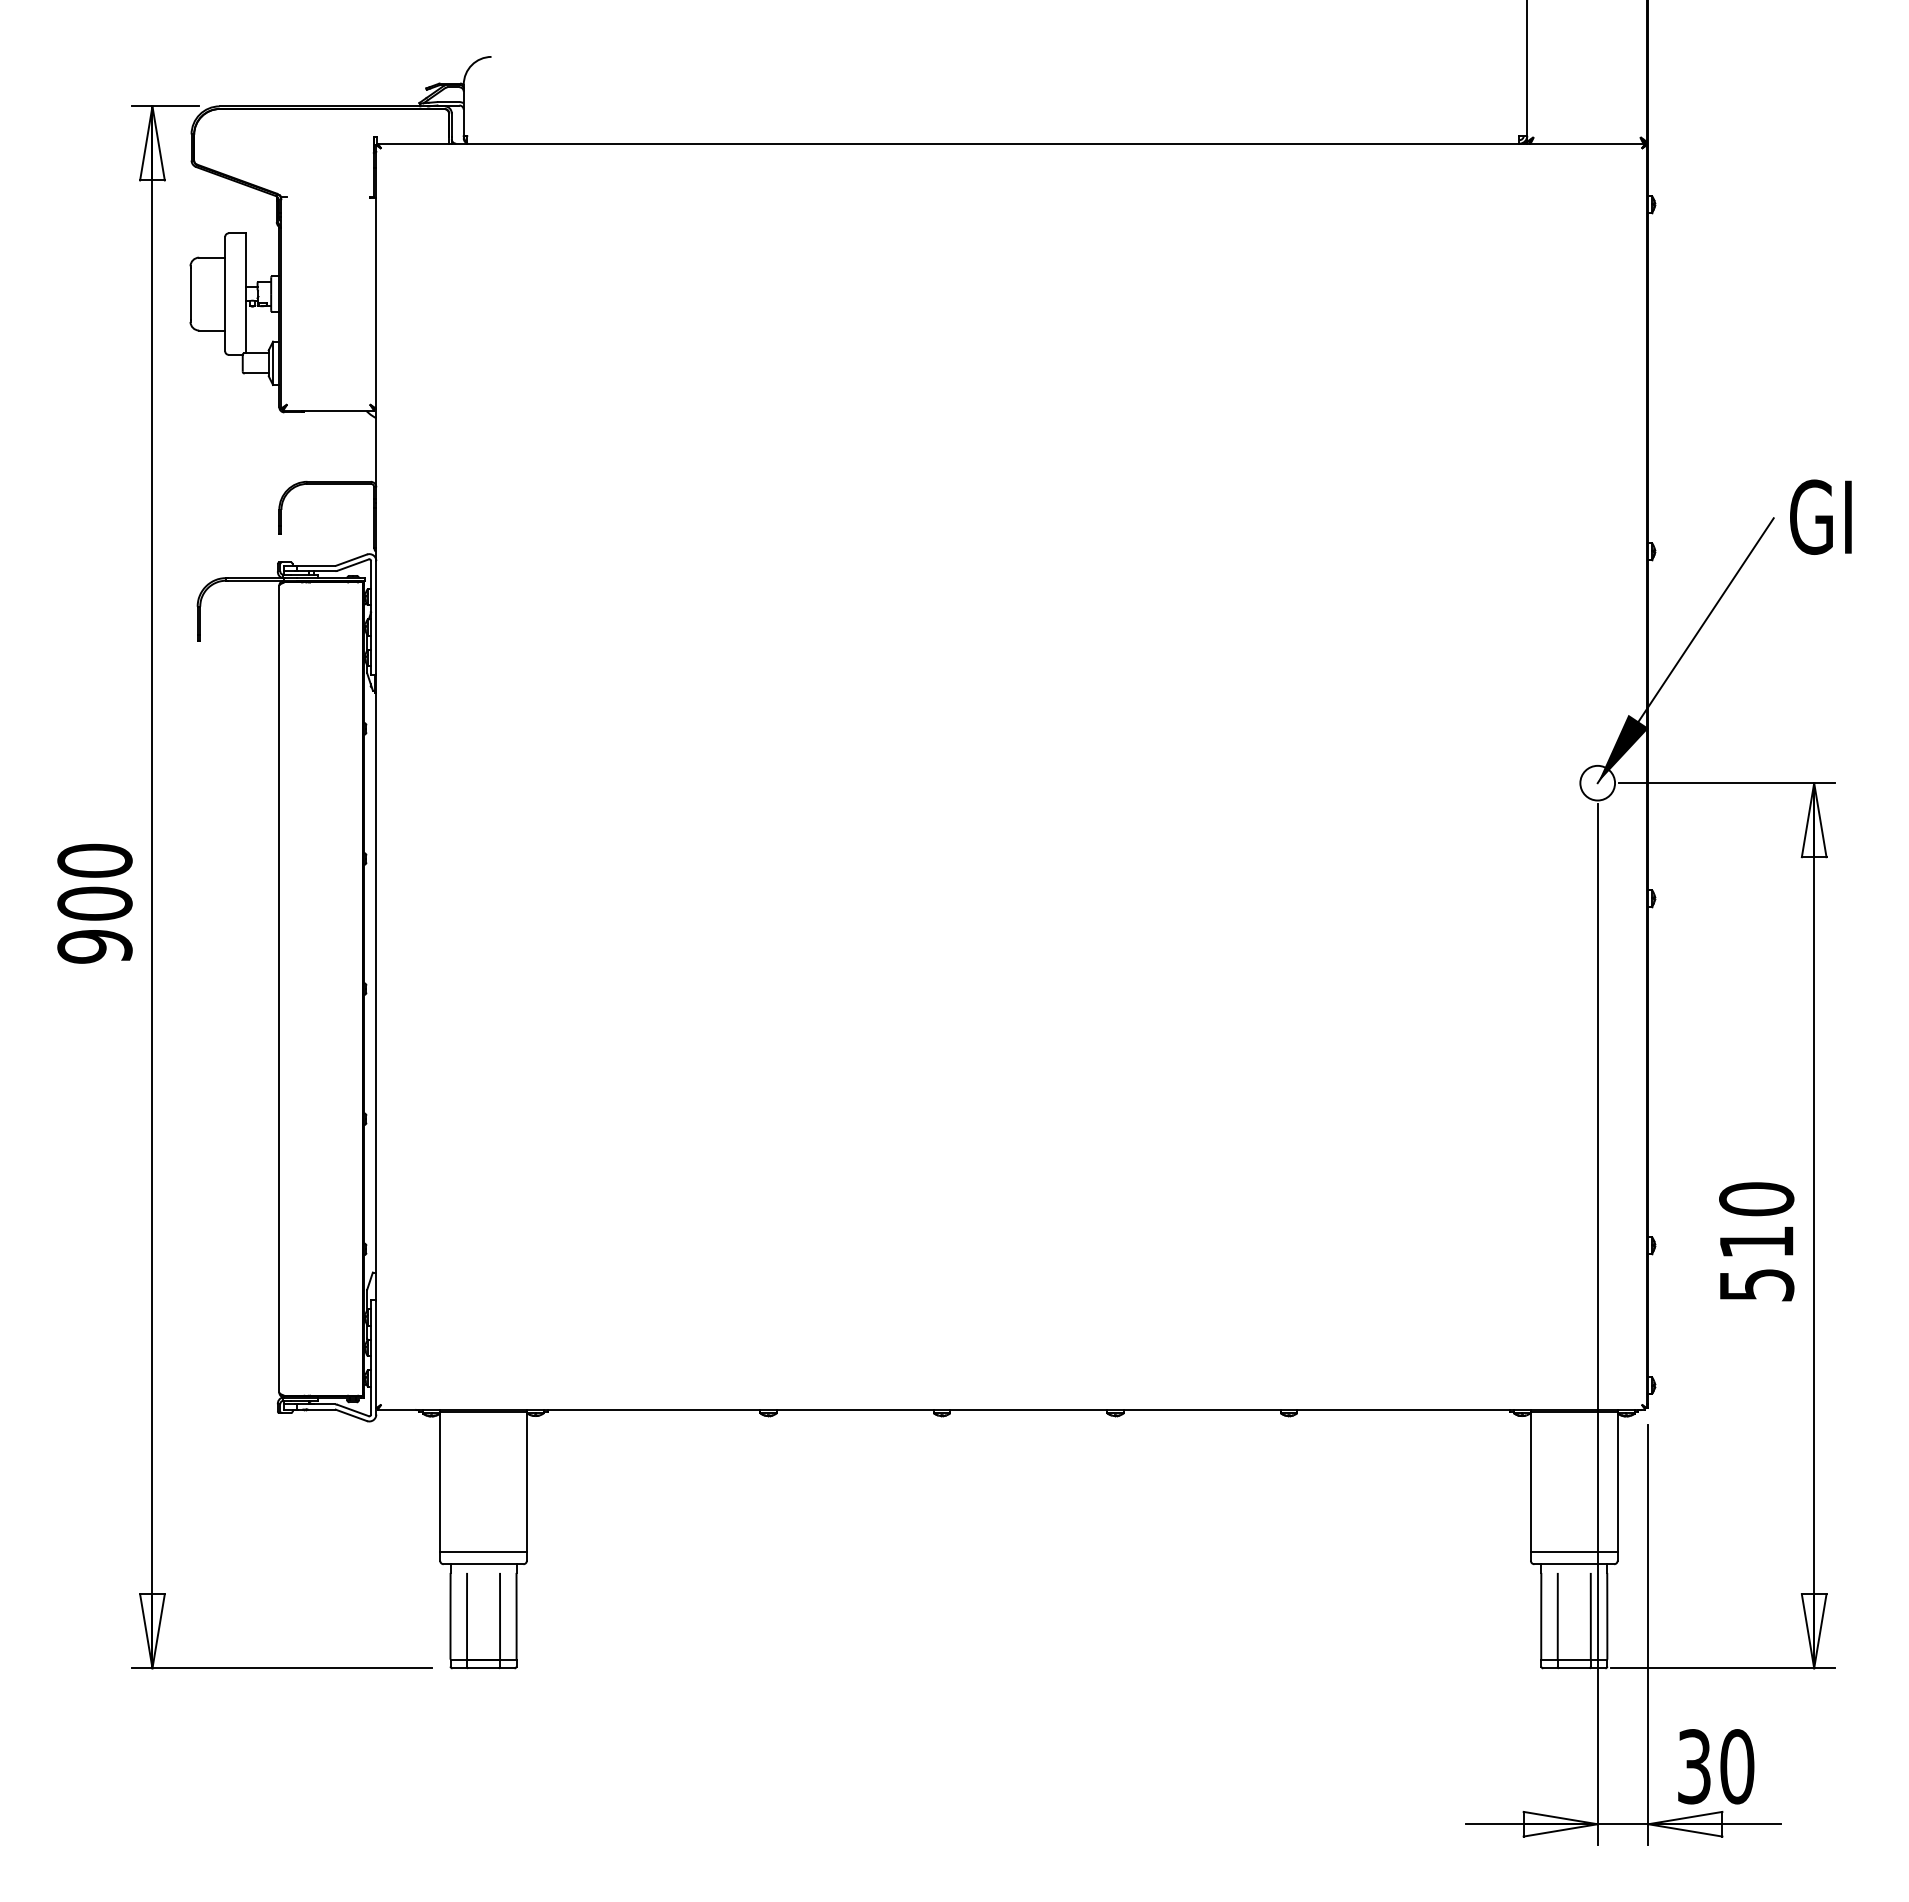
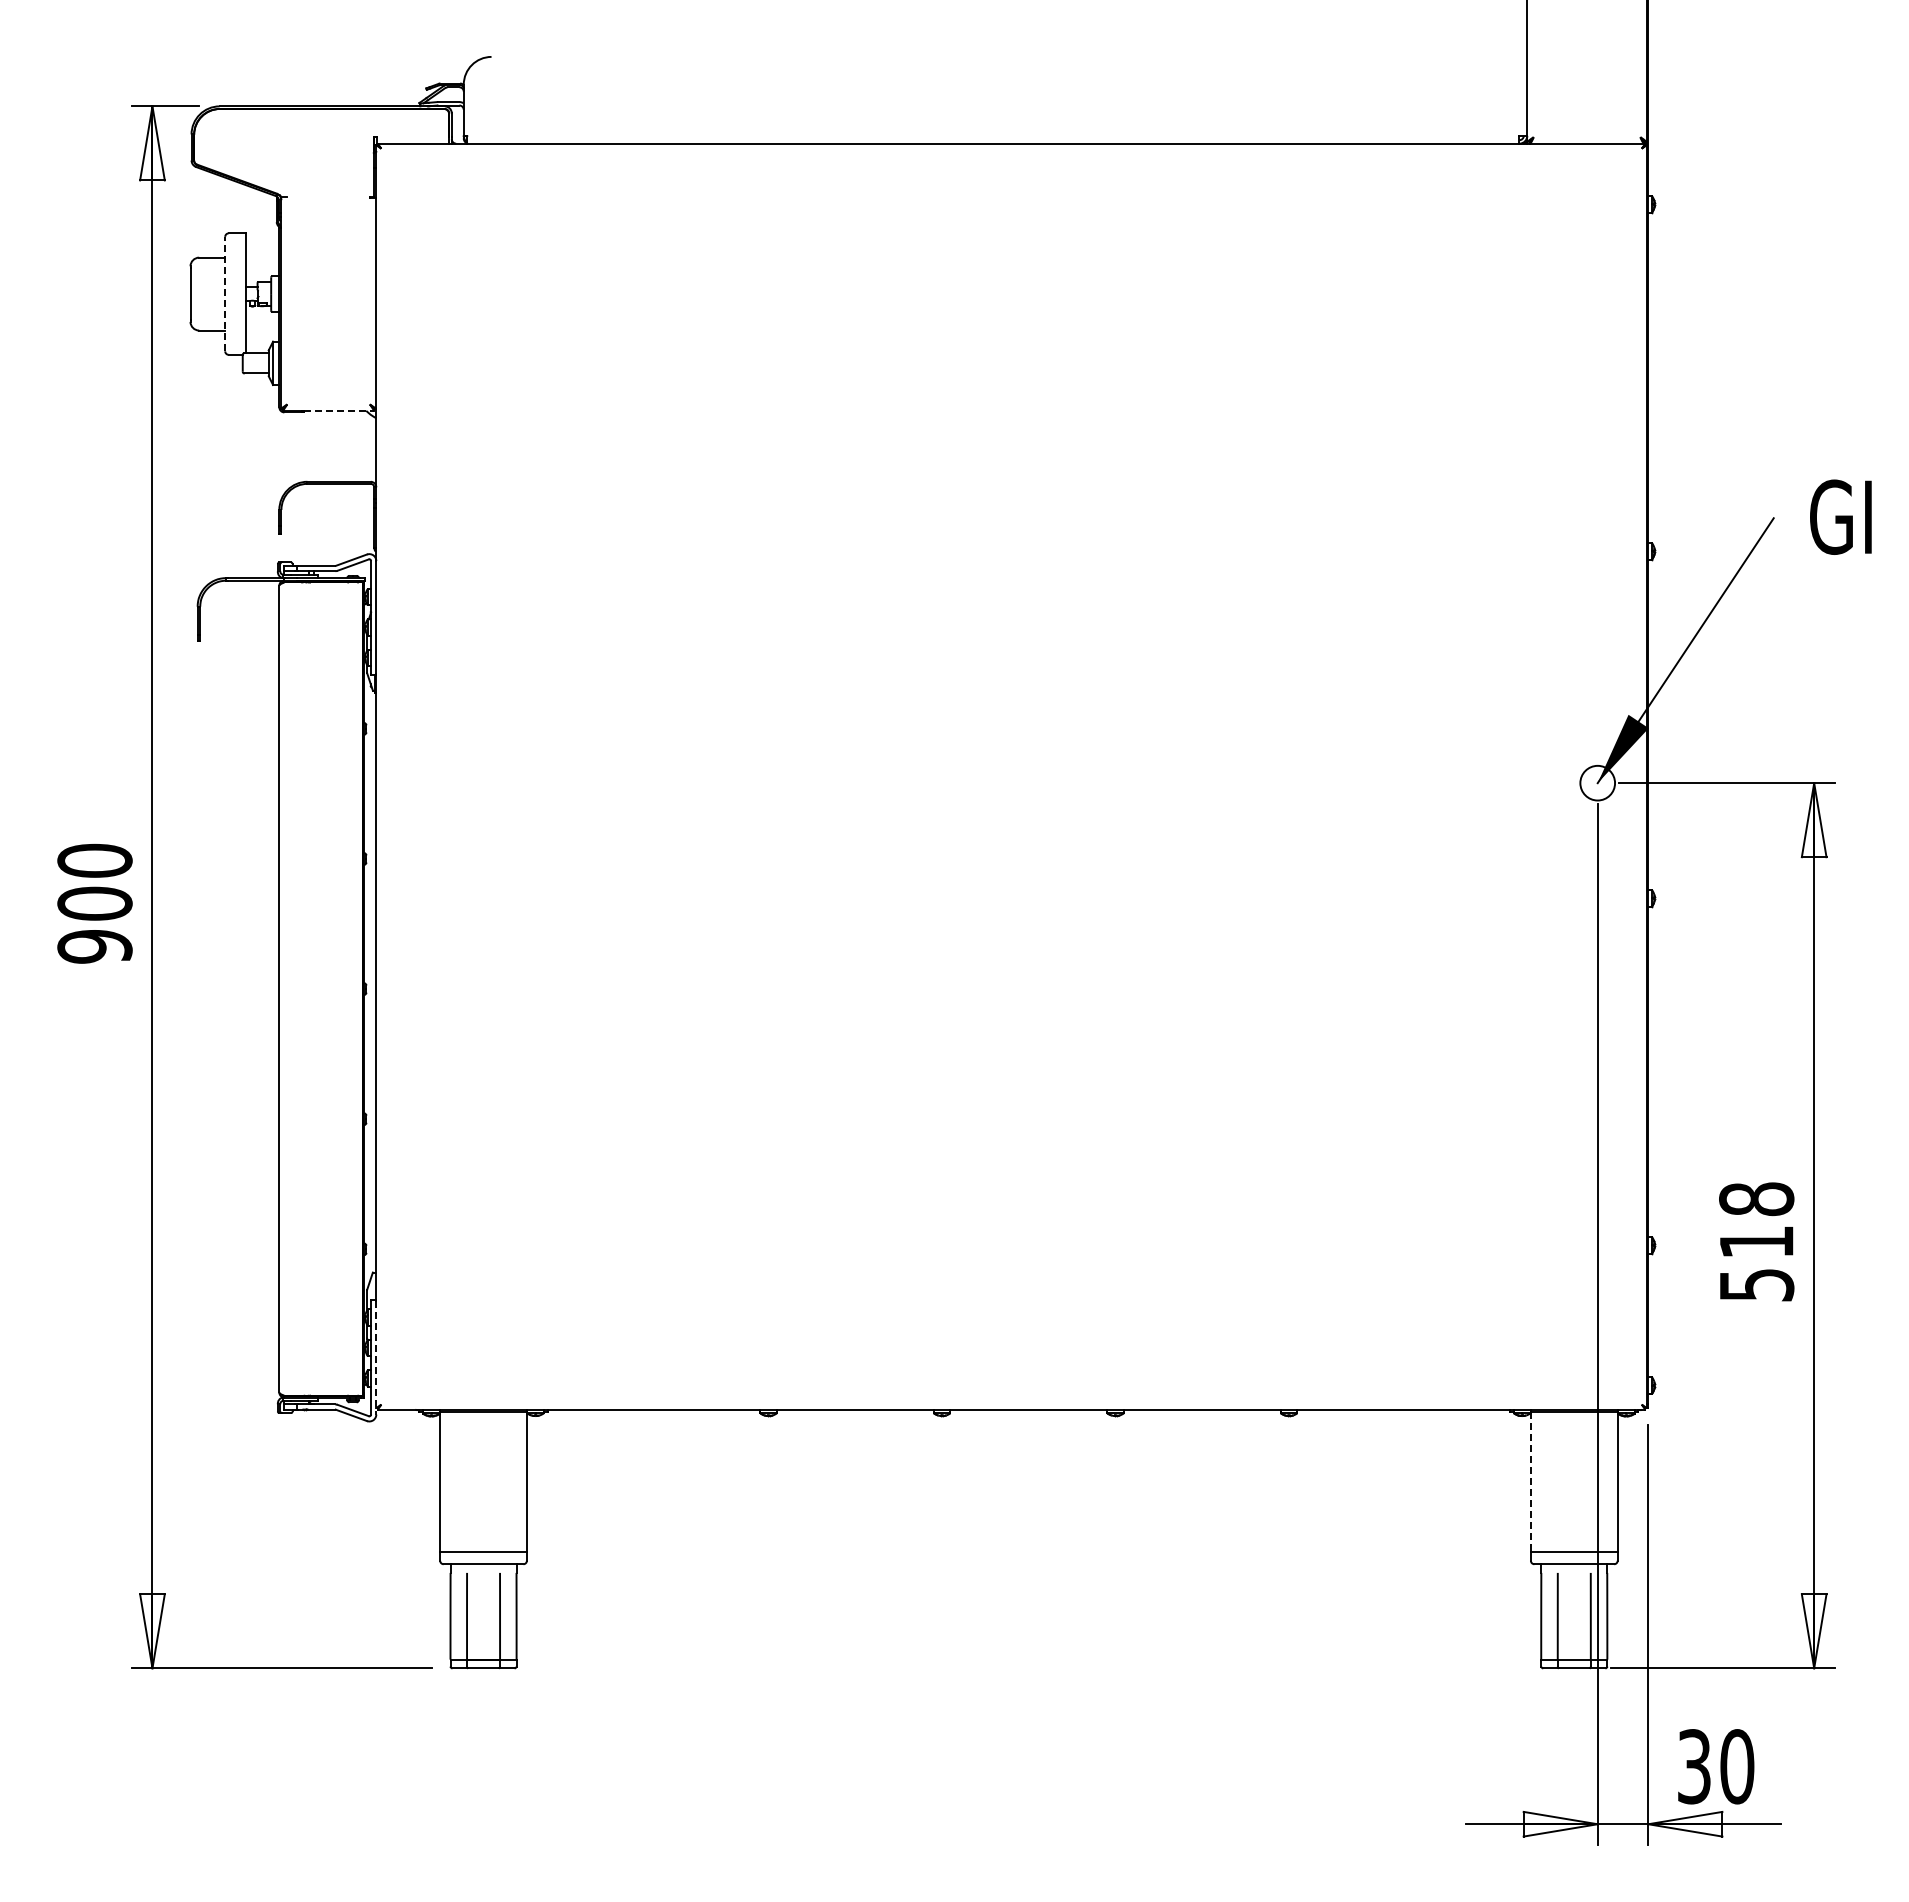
line at (225, 293): solid -> dashed
line at (339, 410): solid -> dashed
text at (1820, 516) position: (1820, 516) -> (1840, 516)
text at (1756, 1199): 510 -> 518
line at (376, 1357): solid -> dashed
line at (1530, 1482): solid -> dashed
